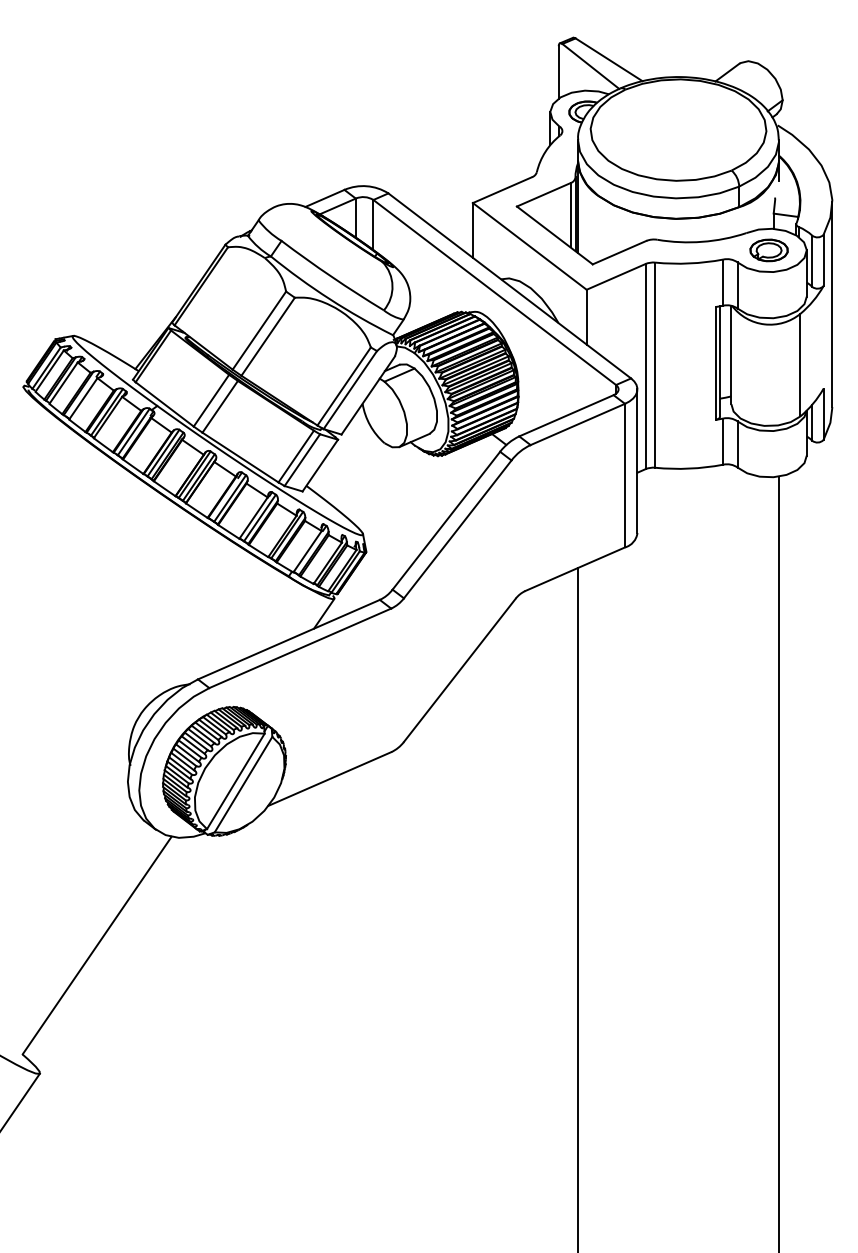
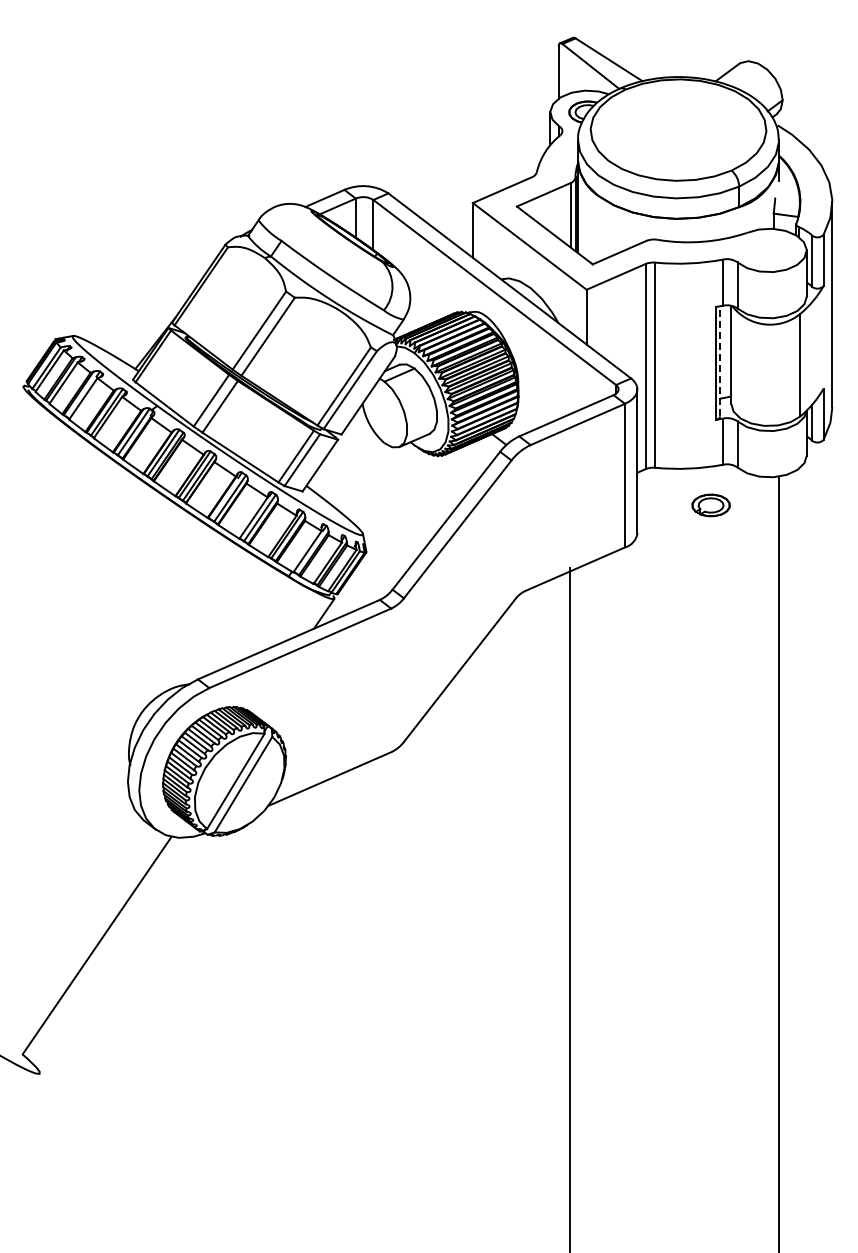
part at (768, 250) position: (768, 250) -> (710, 505)
line at (720, 360): solid -> dashed
line at (578, 908) position: (578, 908) -> (570, 908)
line at (20, 1101): present -> none
